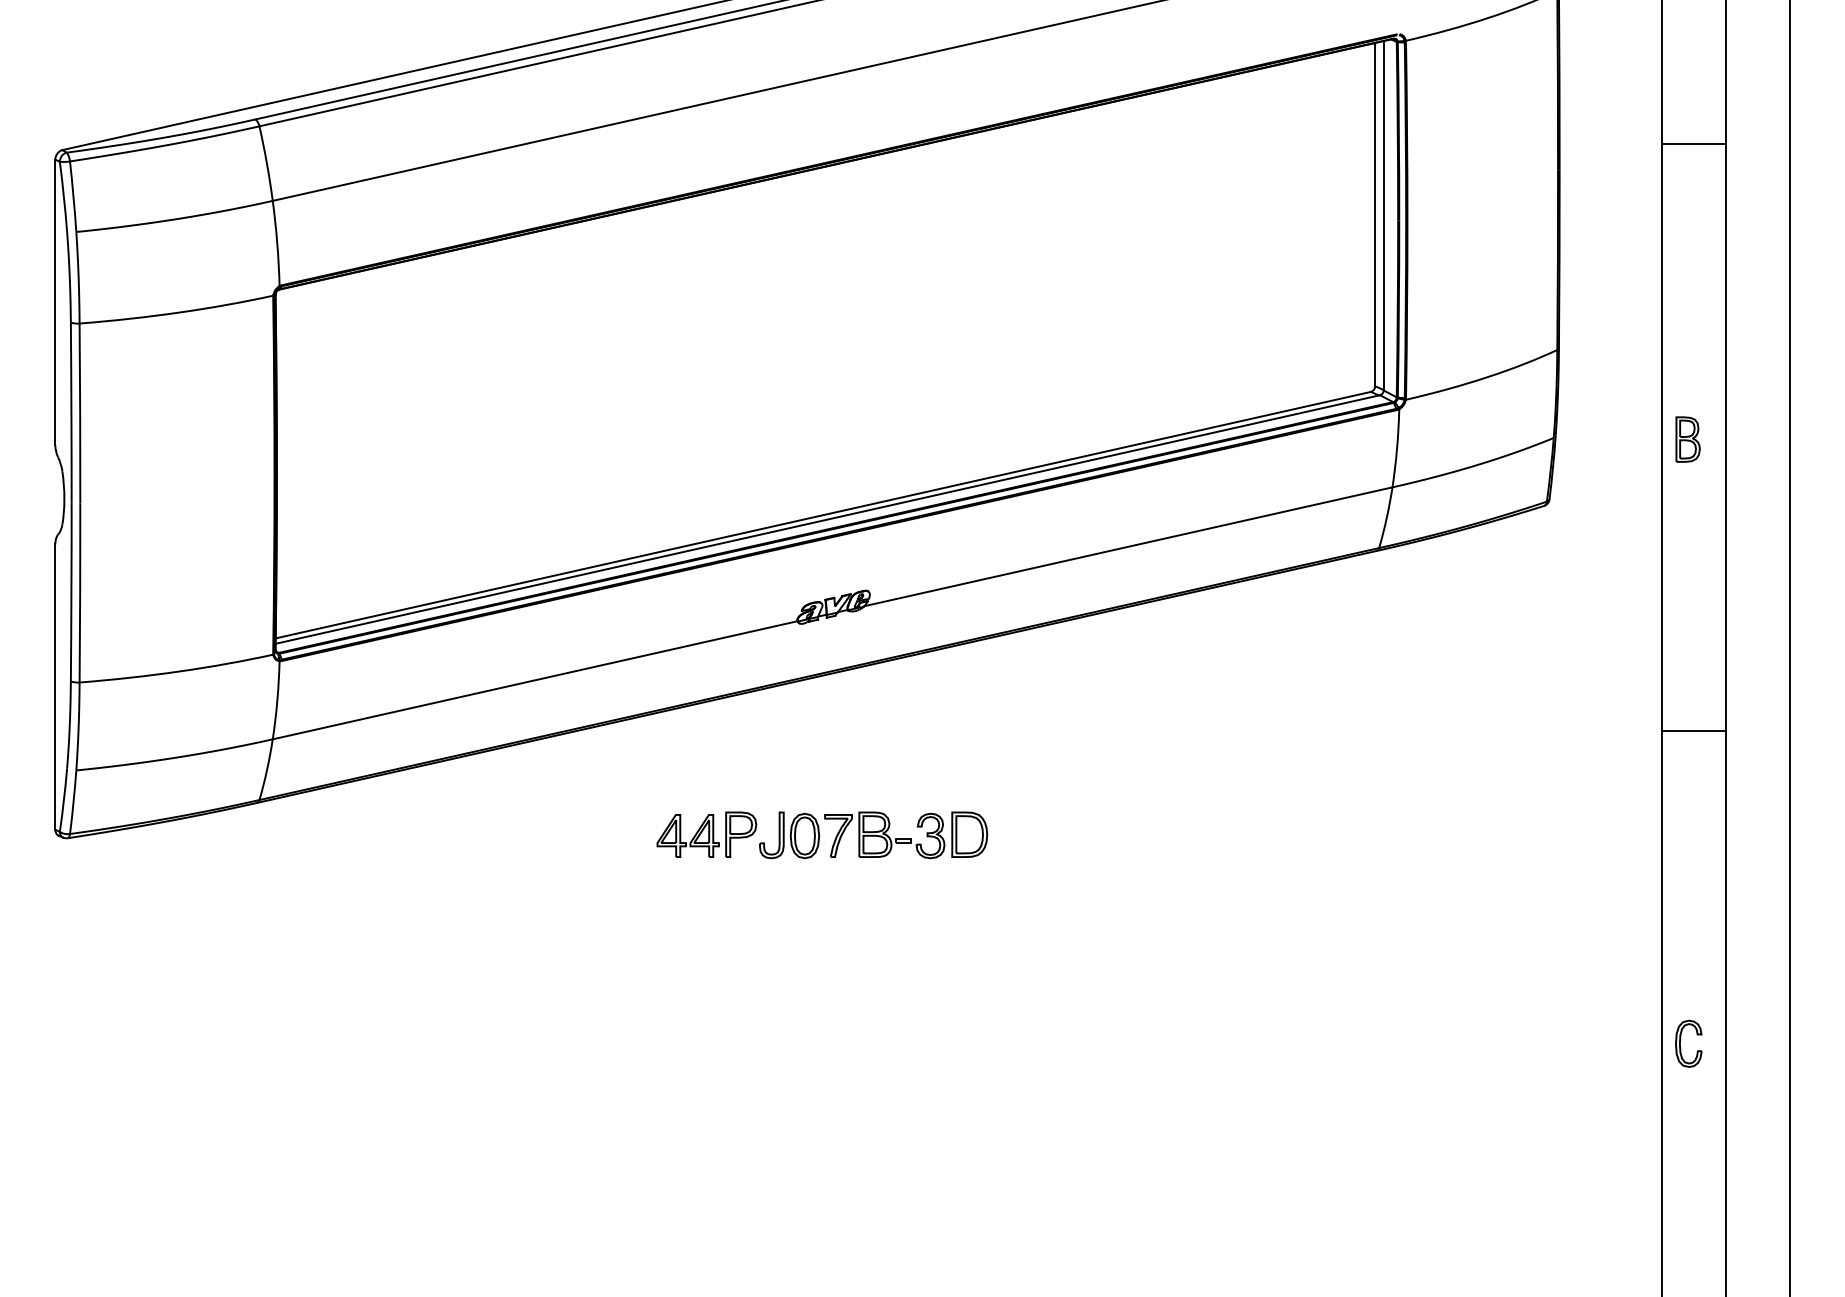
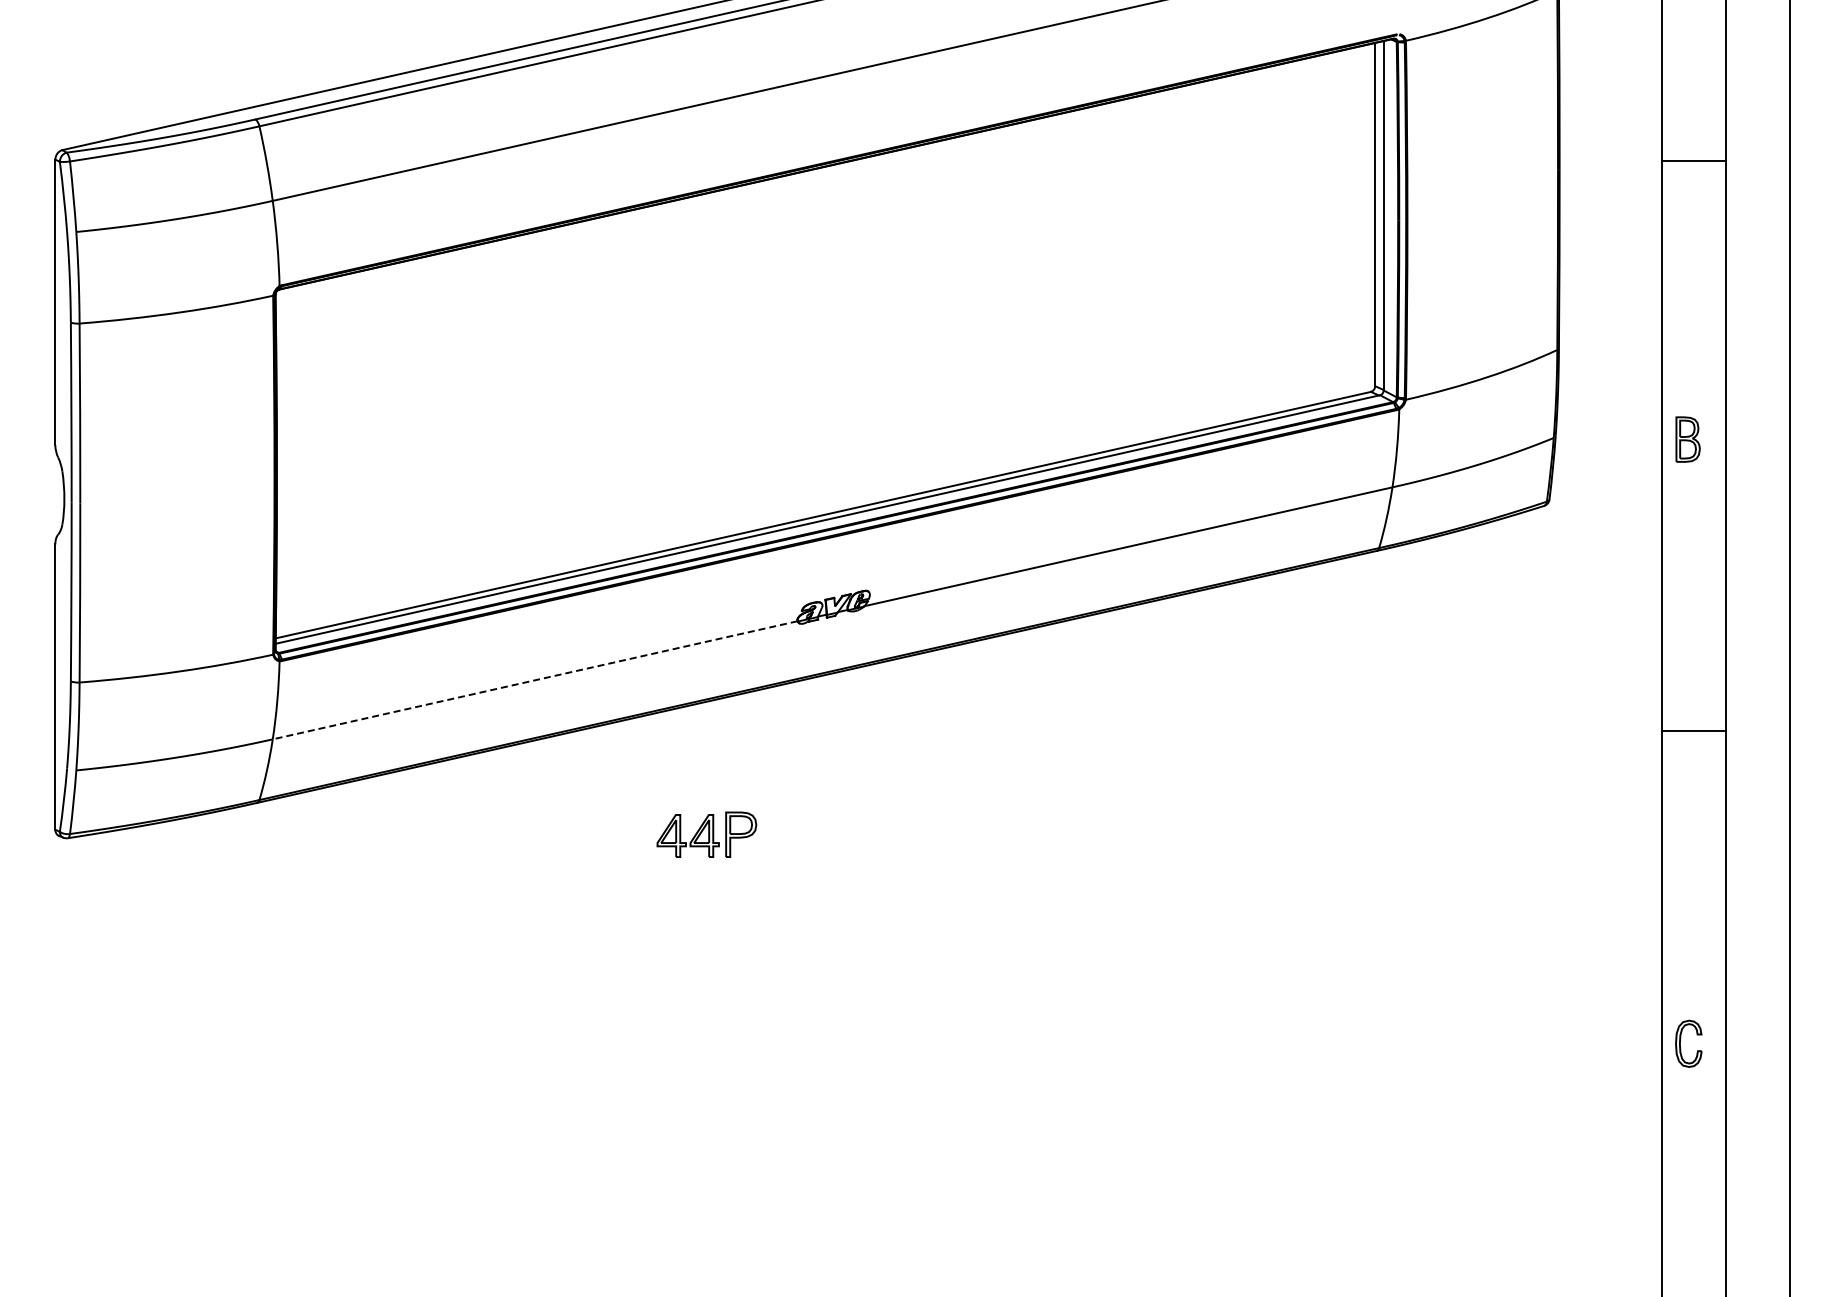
line at (1693, 143) position: (1693, 143) -> (1693, 160)
line at (535, 680): solid -> dashed
part at (873, 835): present -> none
